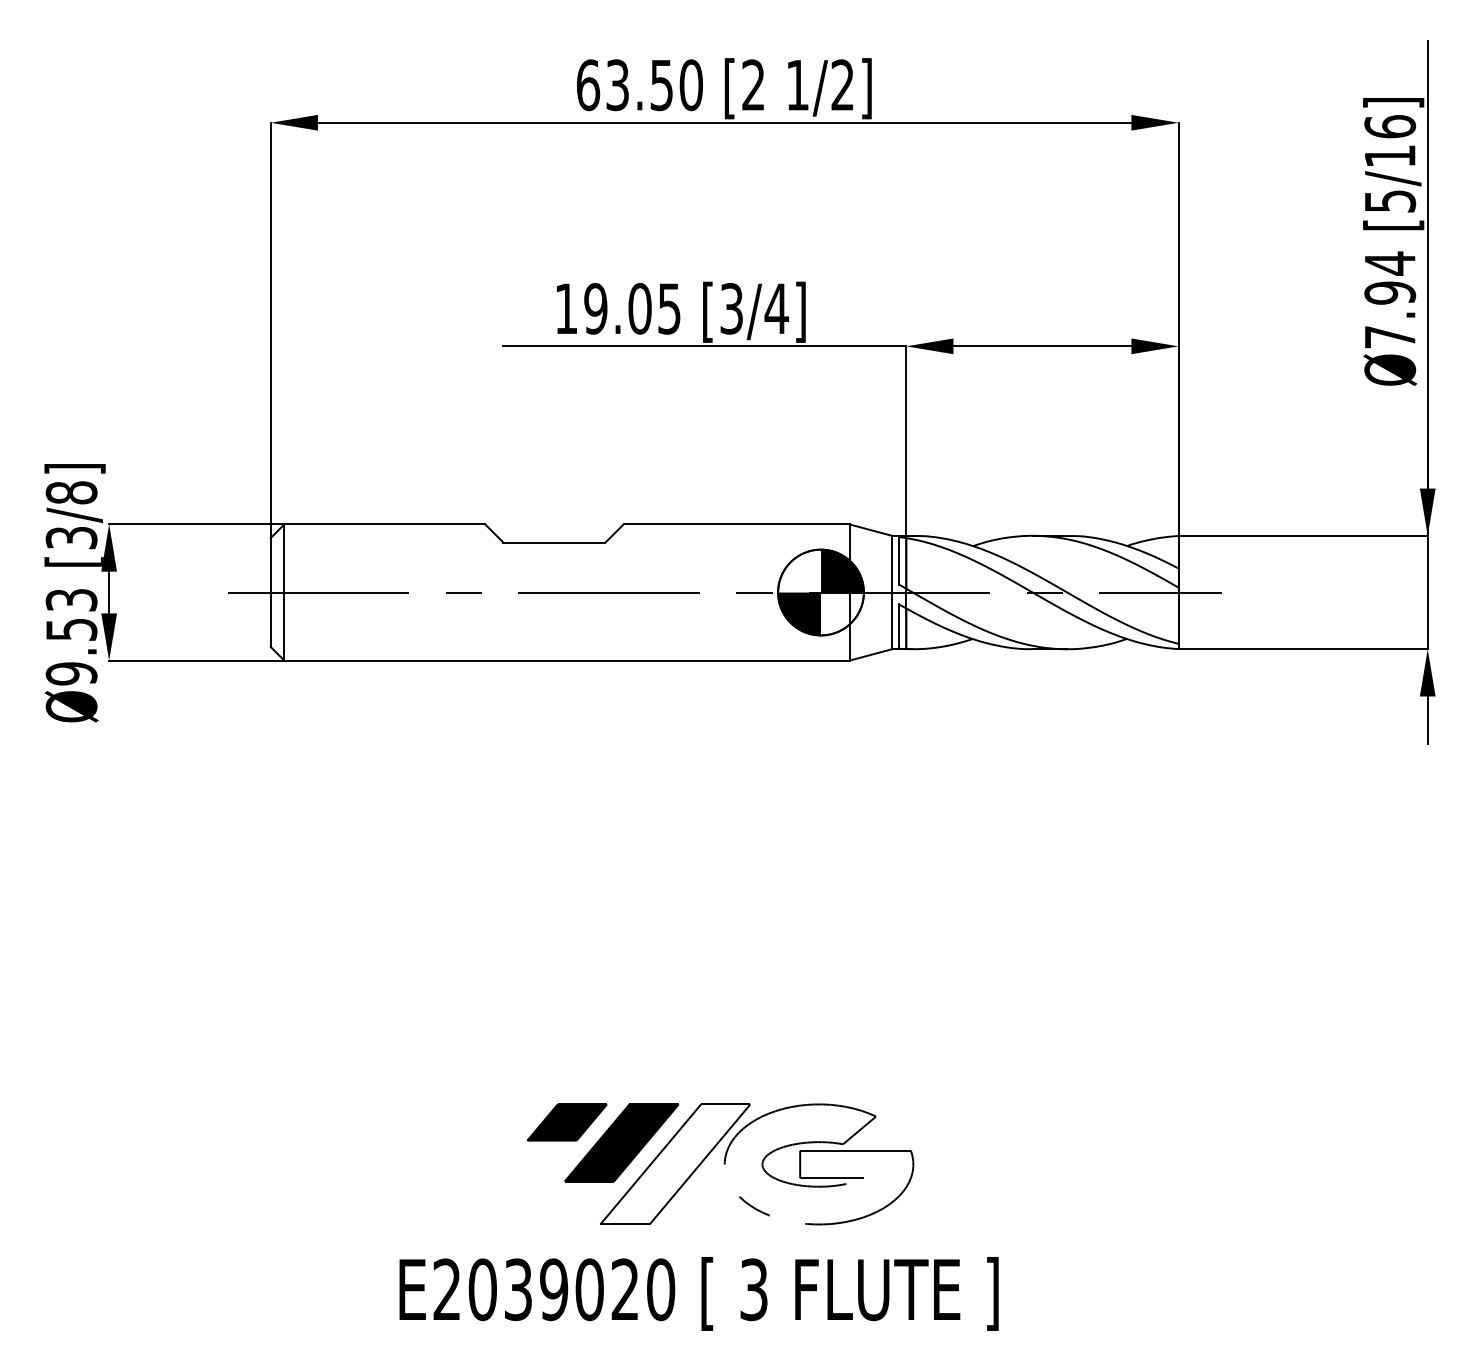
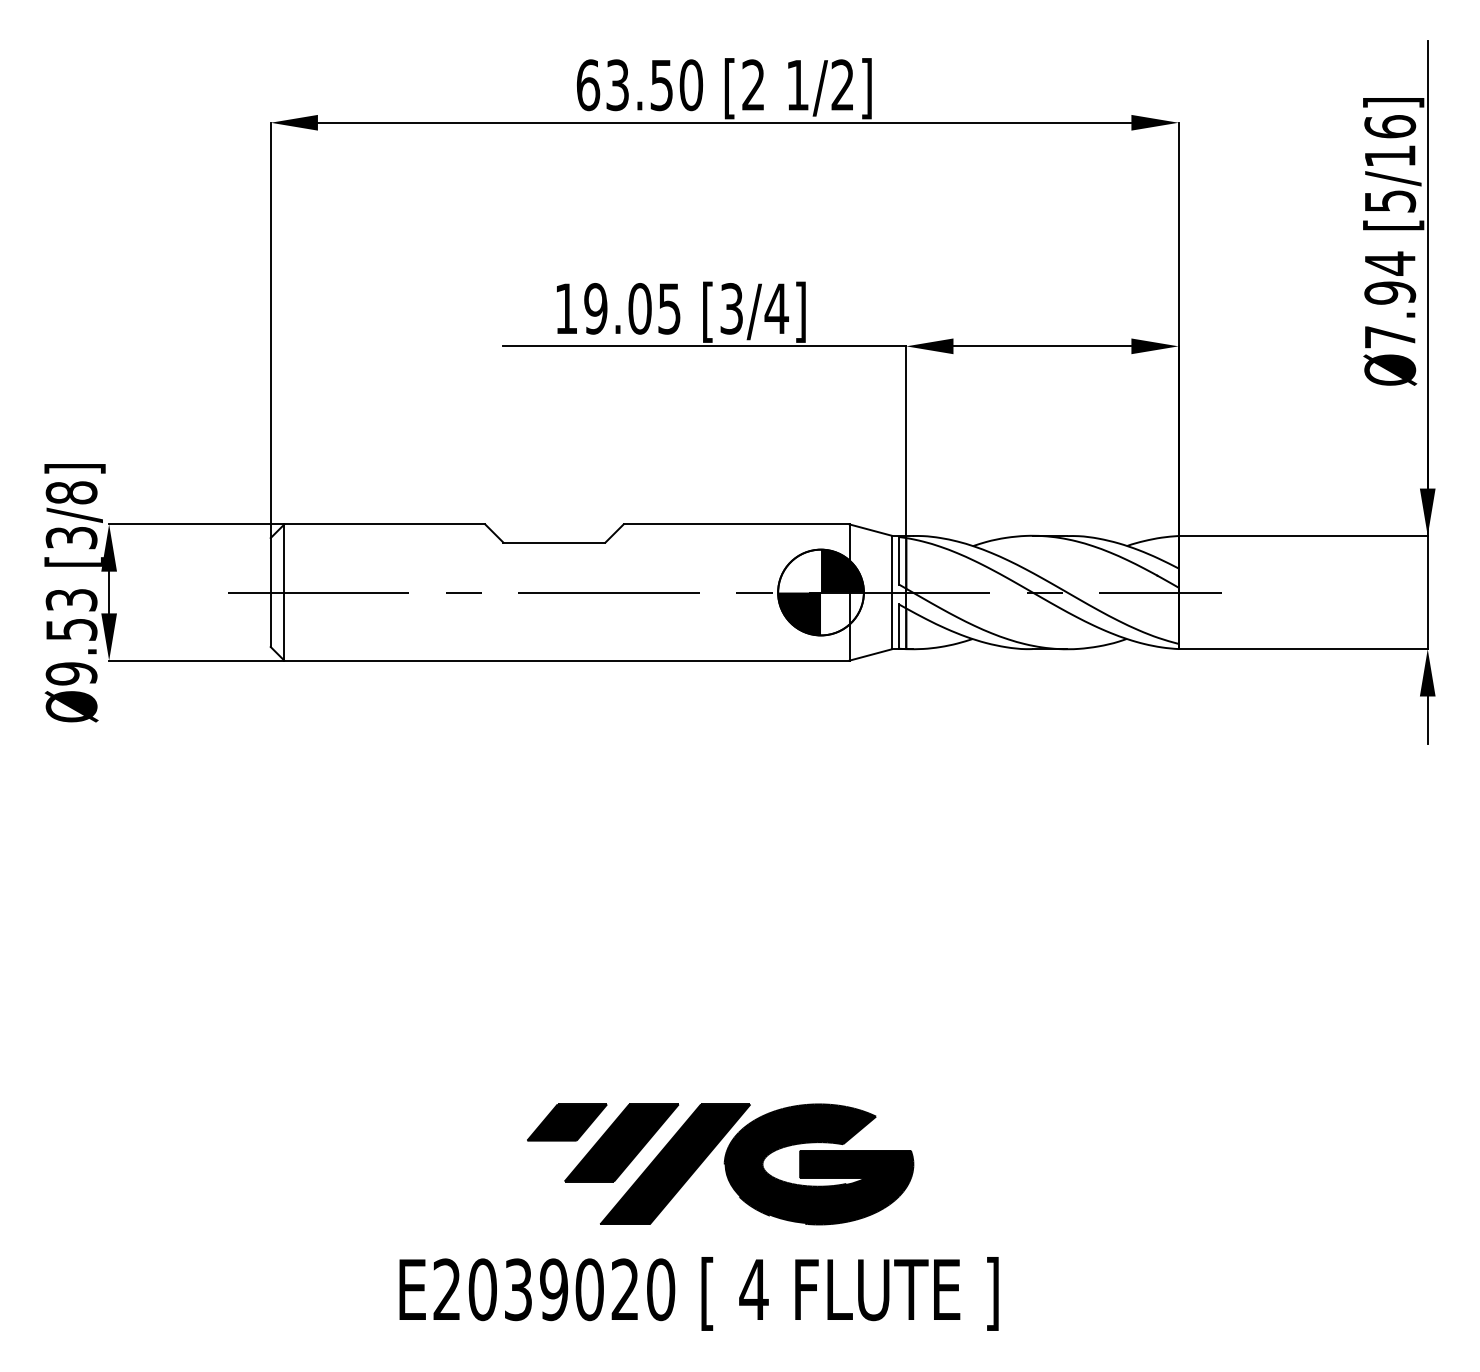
fill at (675, 1164): none -> present
fill at (818, 1164): none -> present
text at (753, 1289): 3 -> 4
